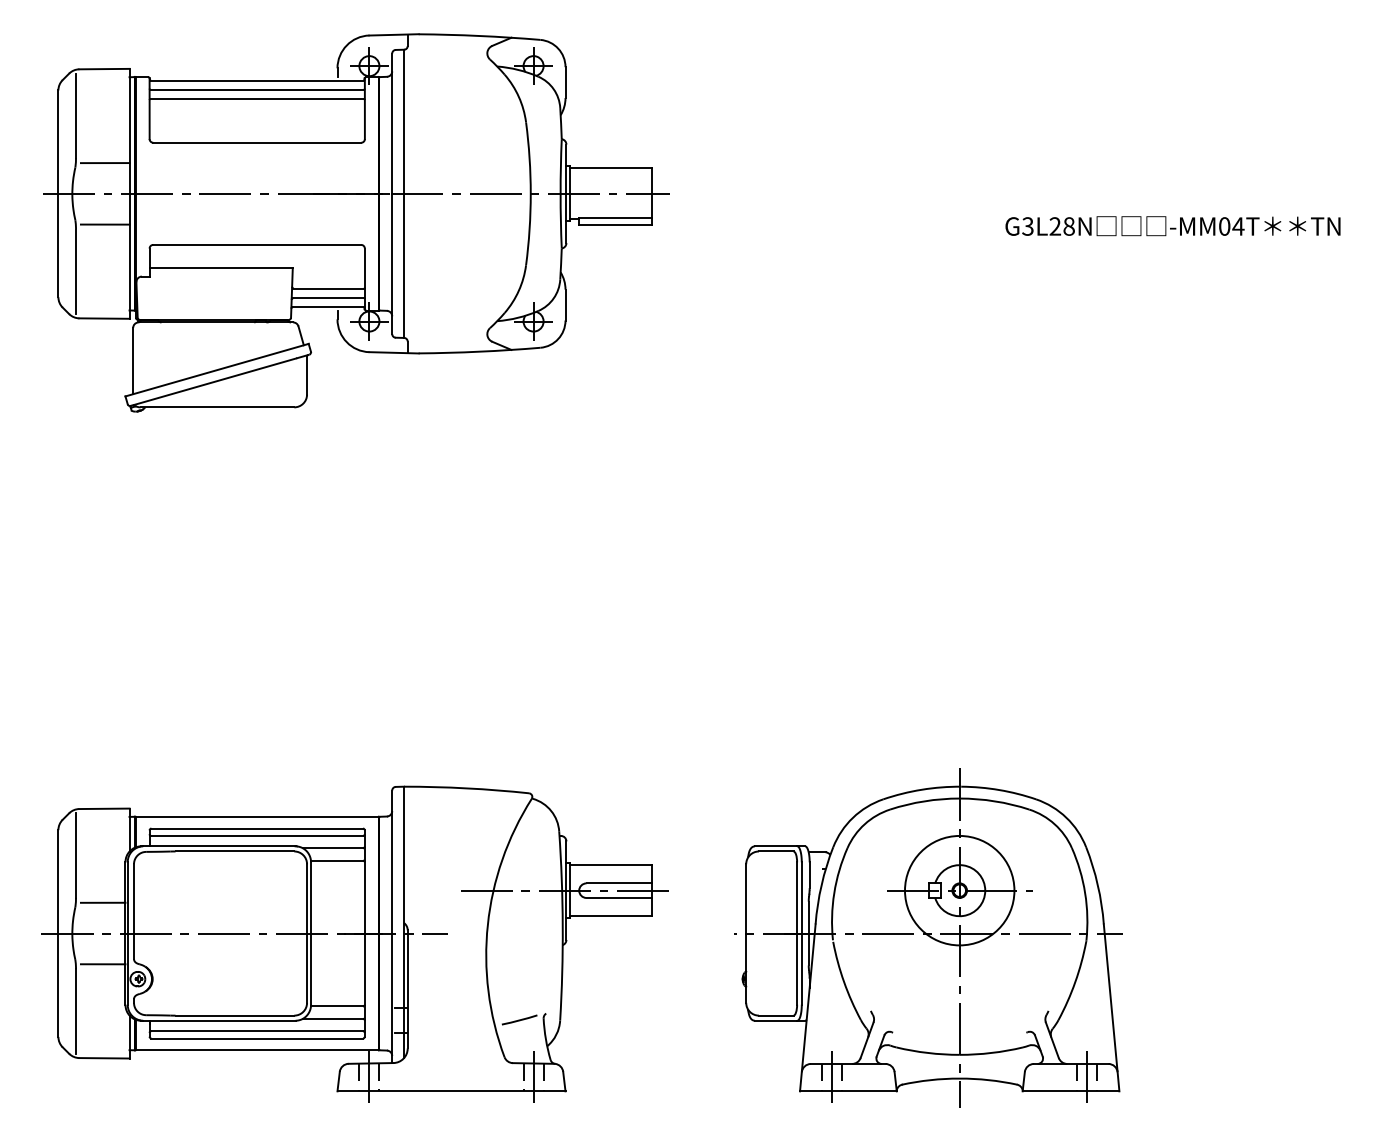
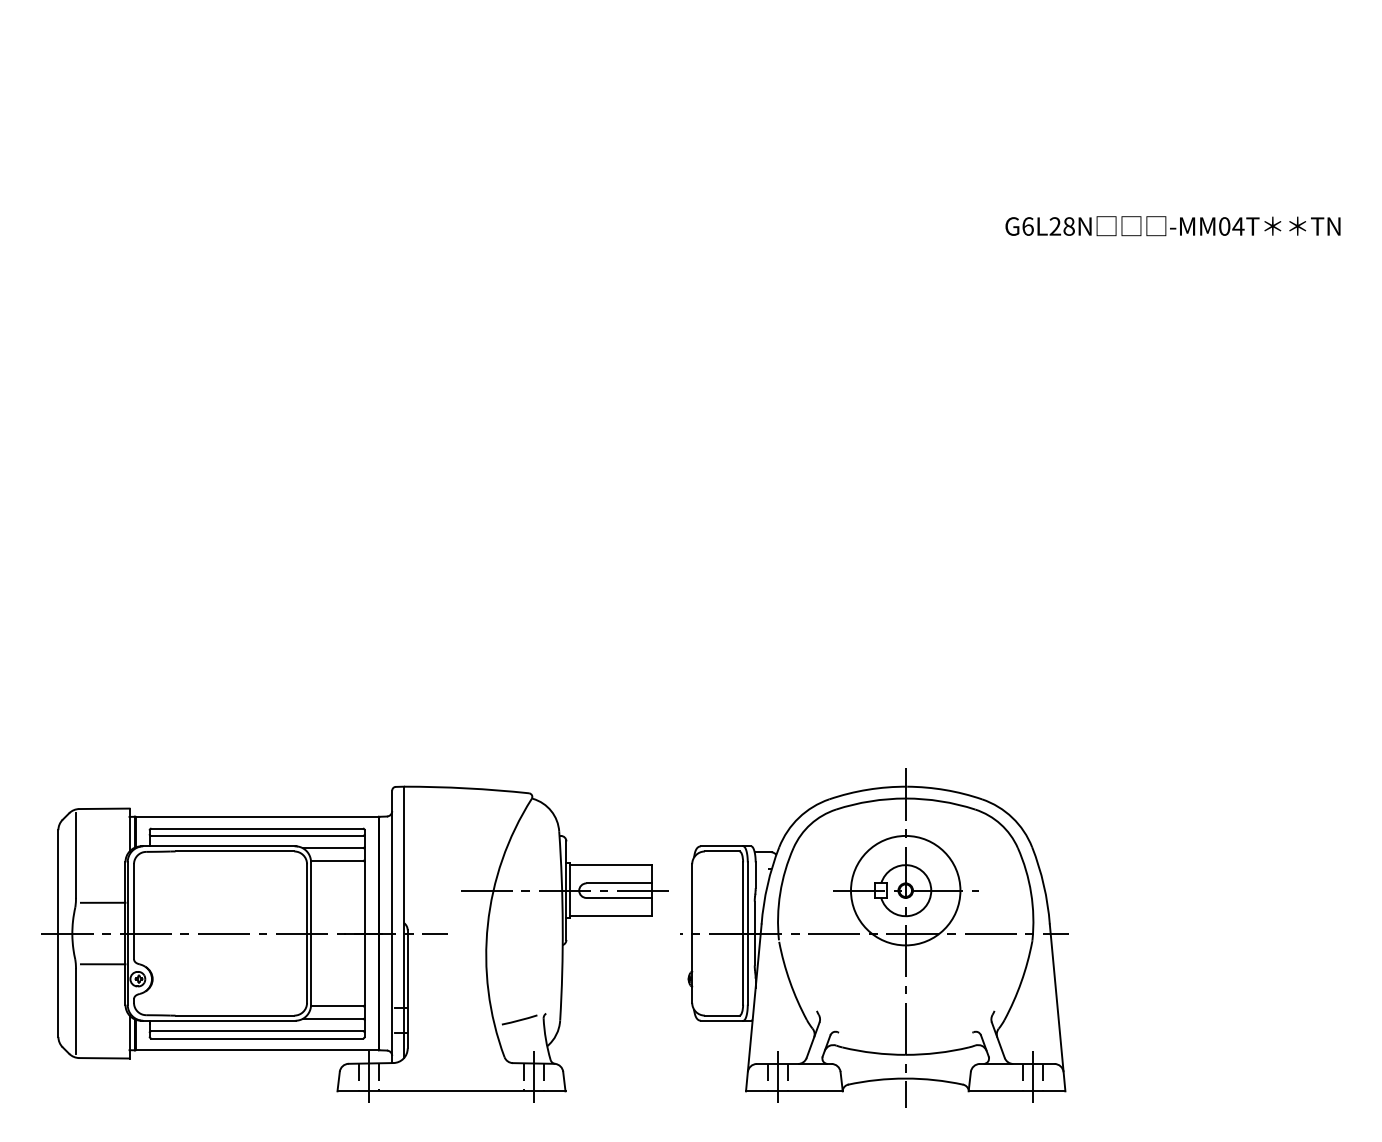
part at (356, 222): present -> none
text at (1027, 226): G3L28N -> G6L28N
part at (928, 937) position: (928, 937) -> (874, 937)
